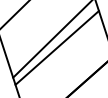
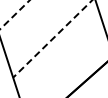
line at (15, 14): solid -> dashed
line at (52, 38): solid -> dashed
line at (56, 47): present -> none
